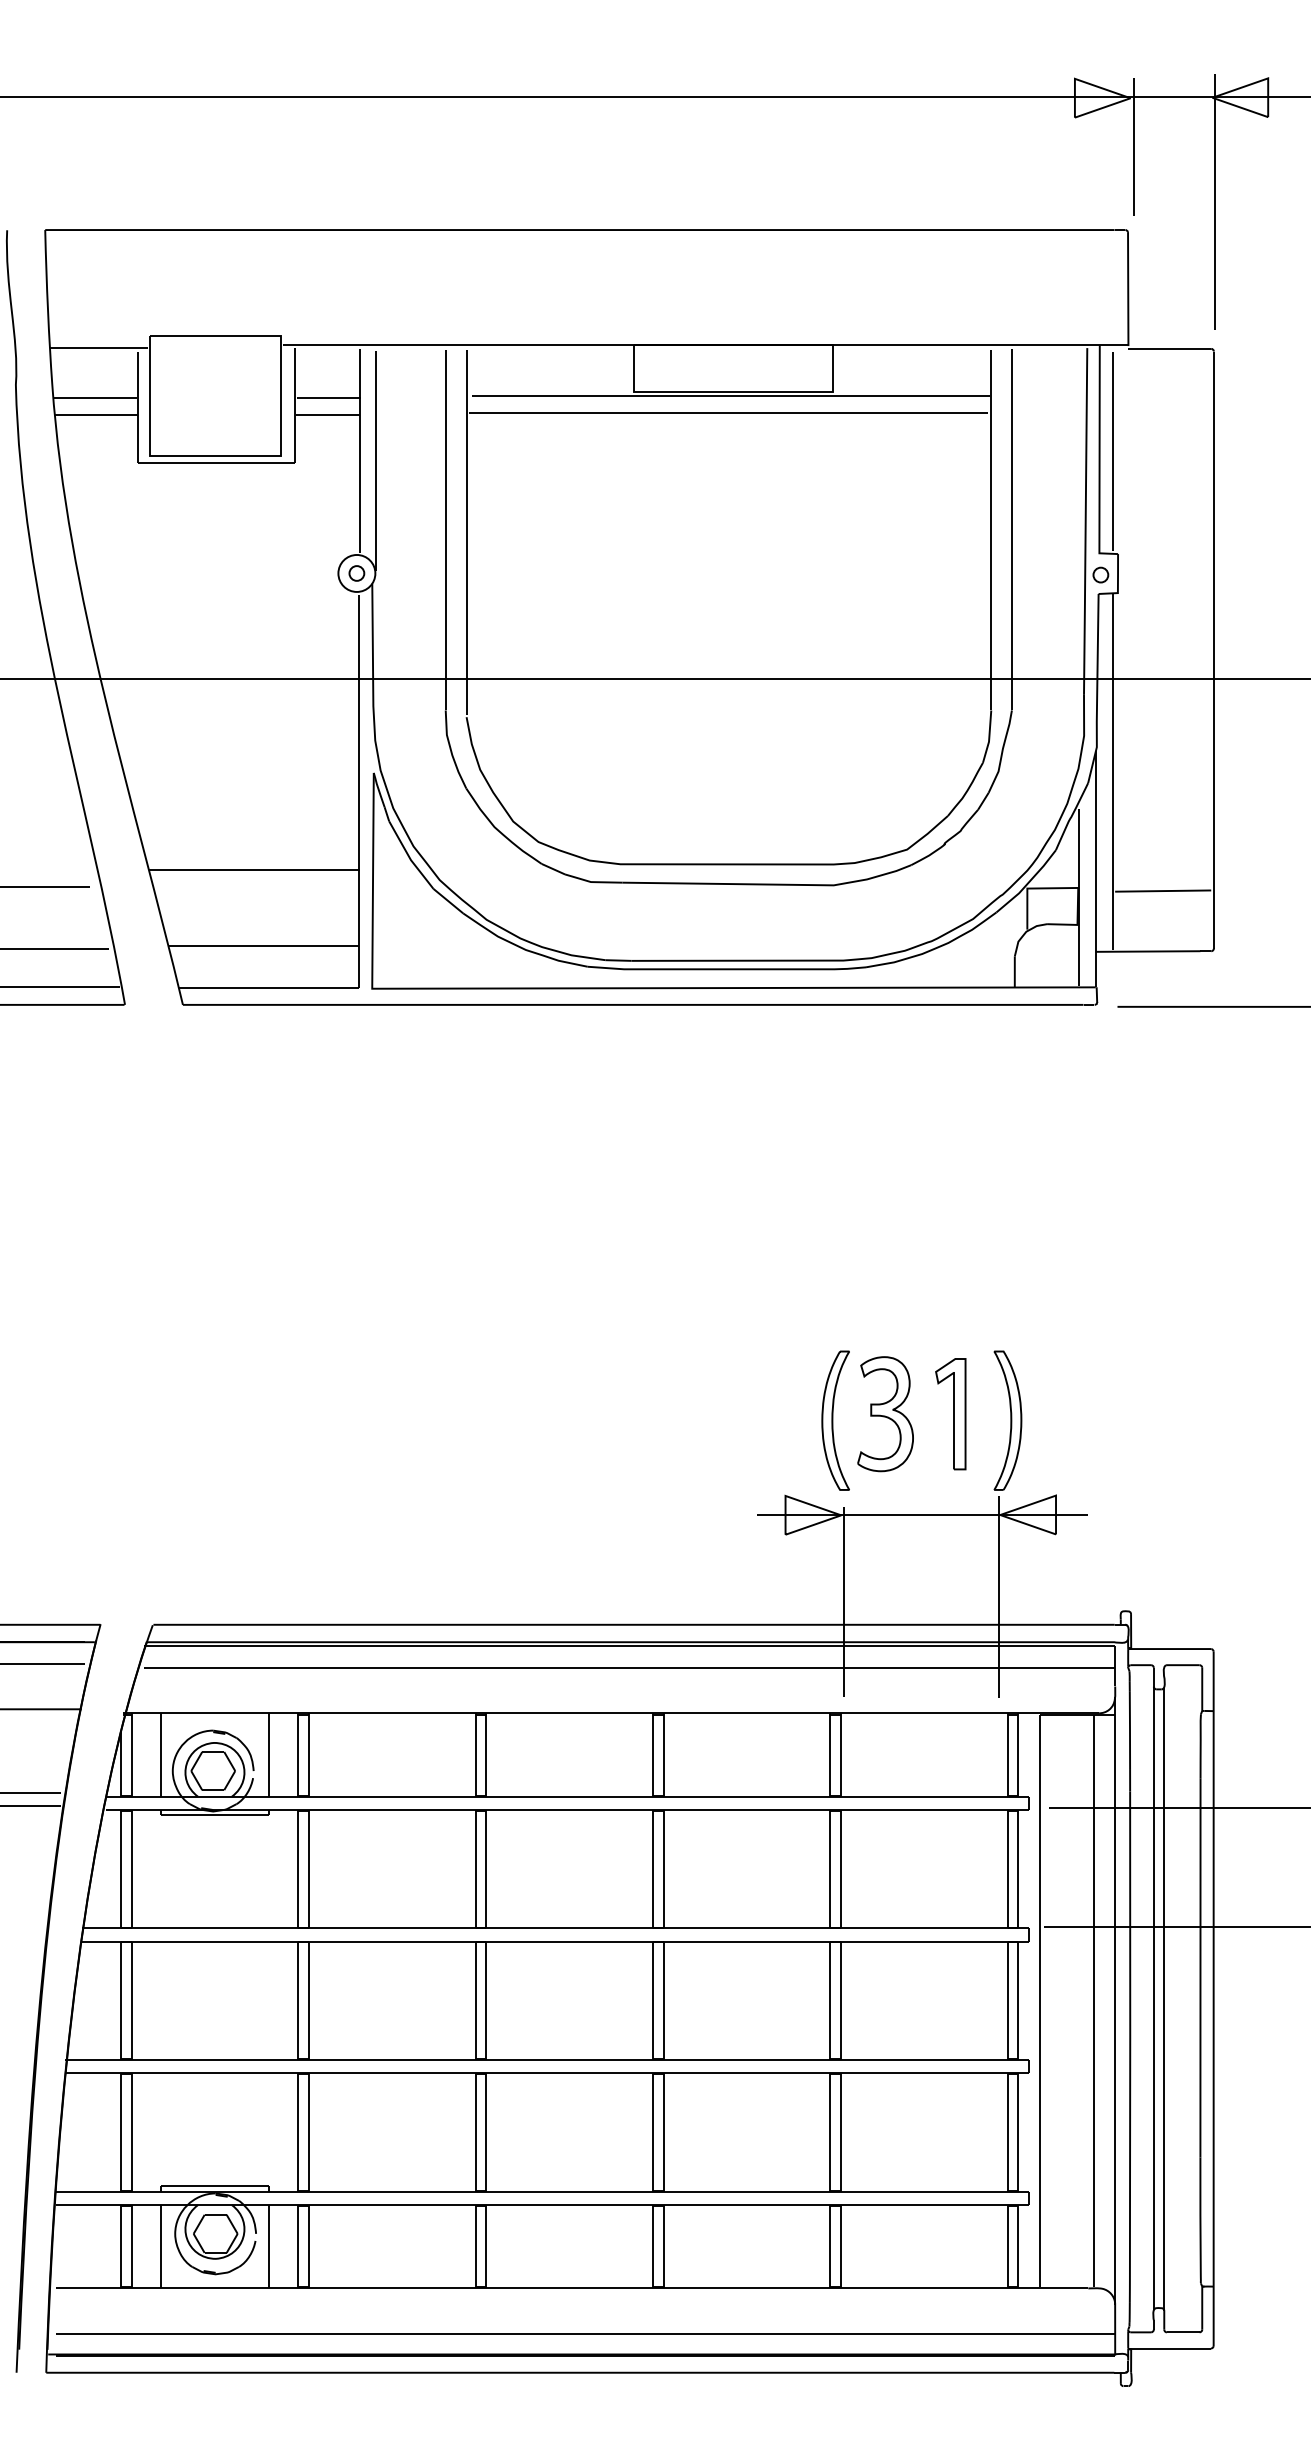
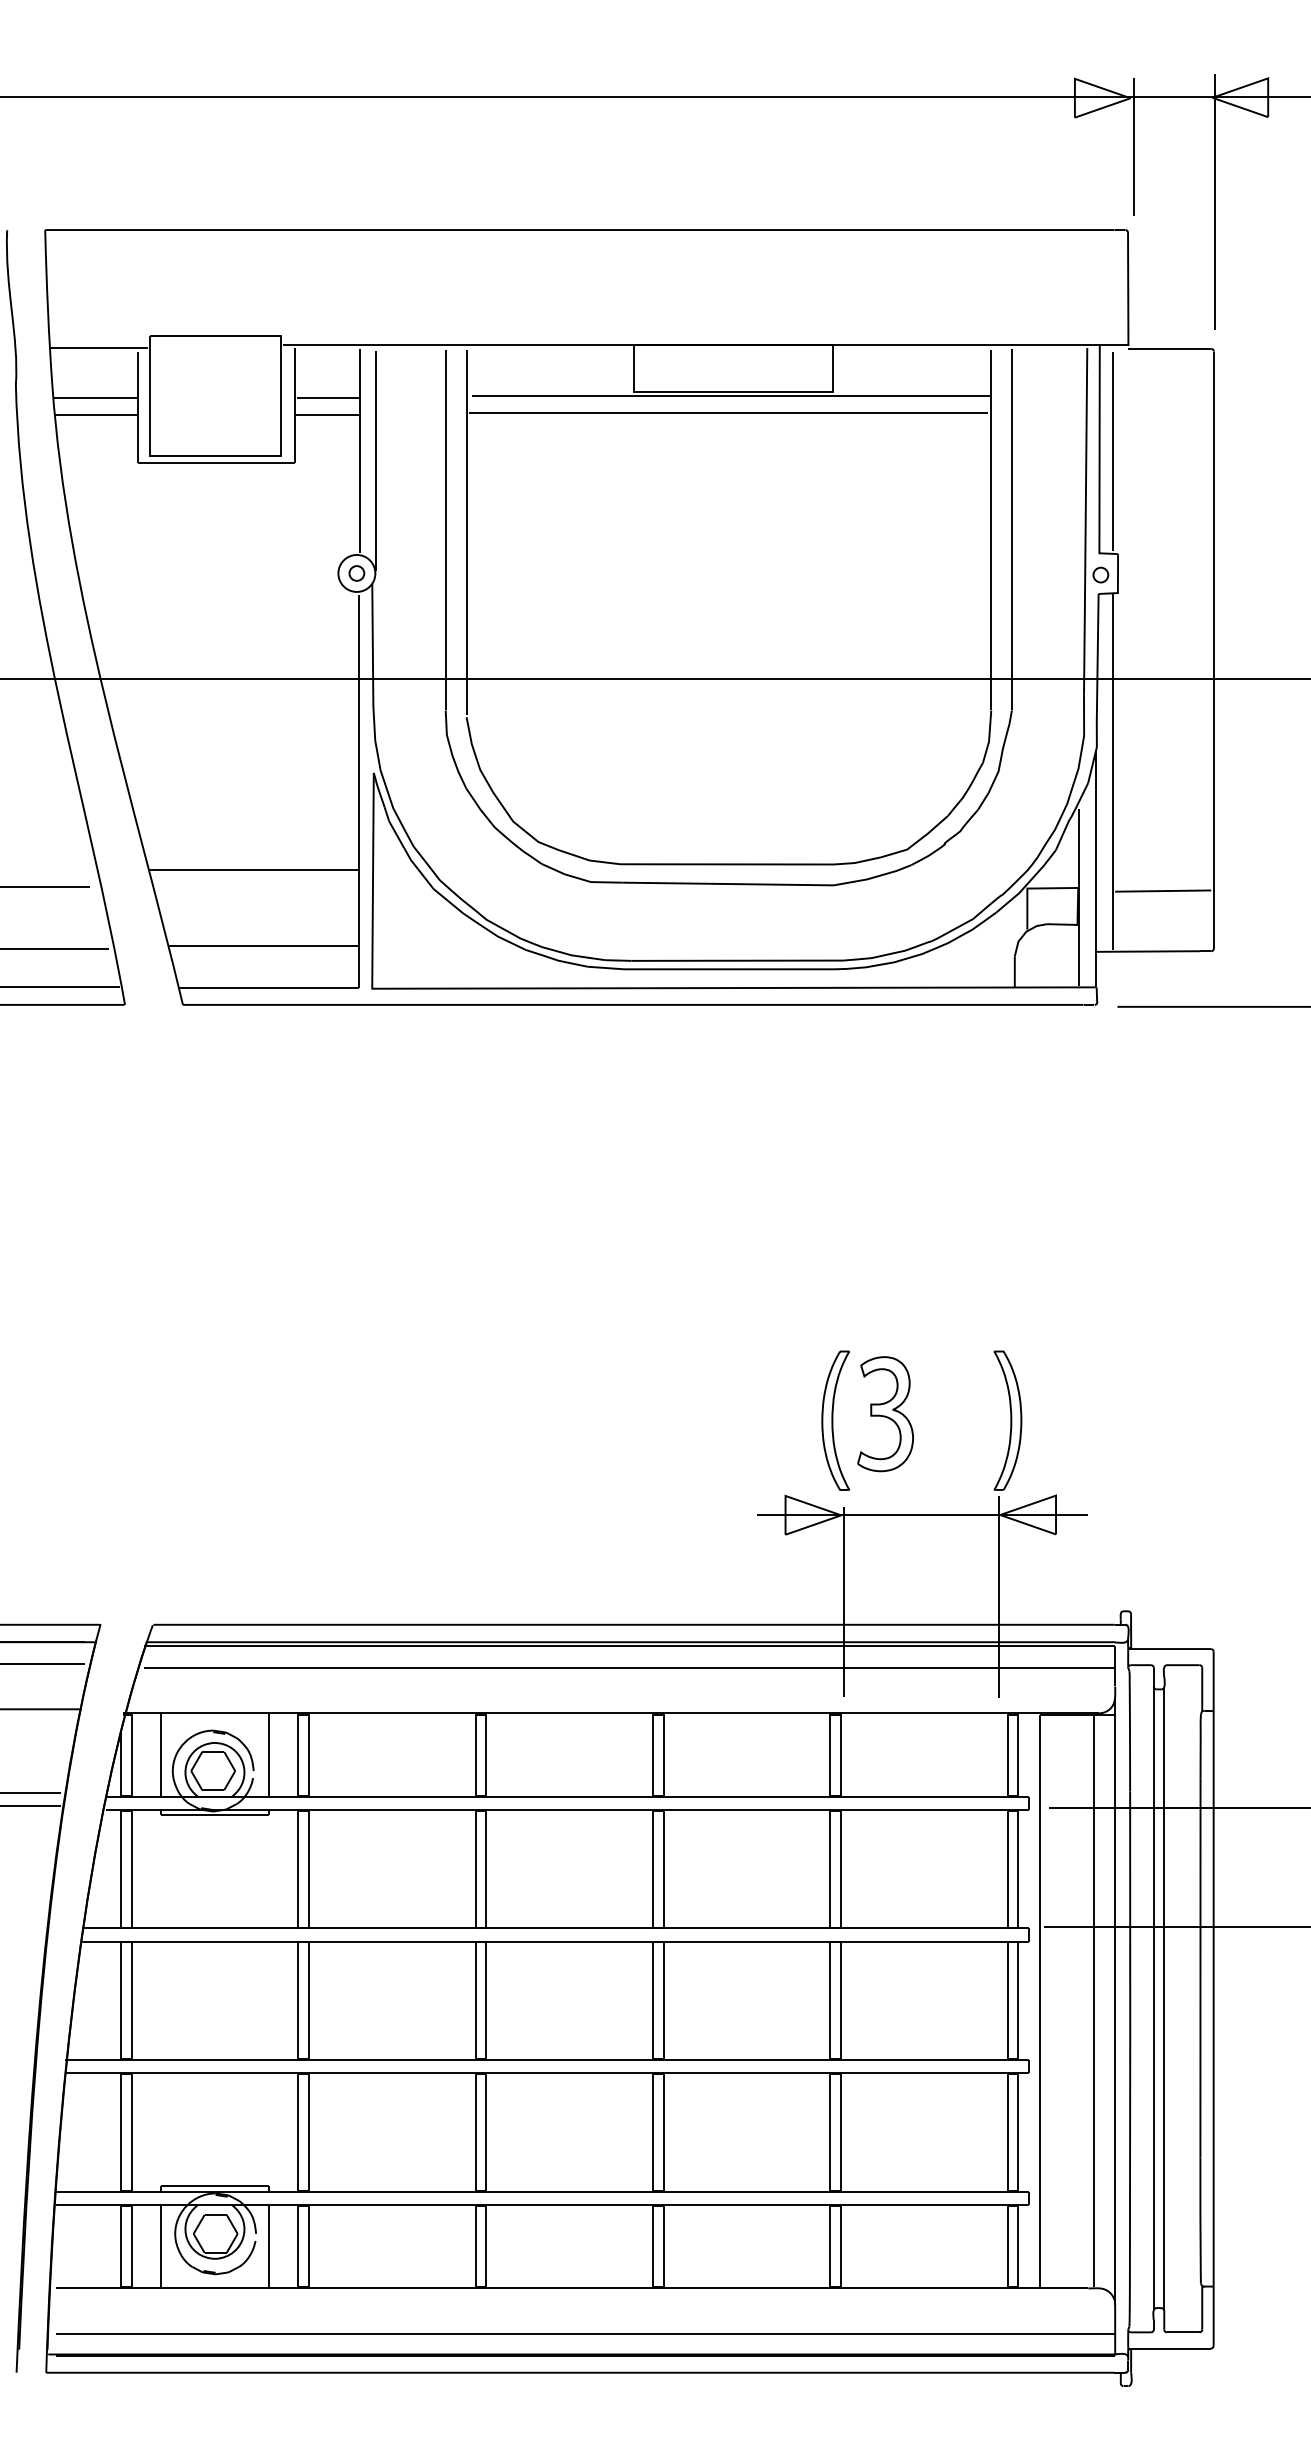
part at (950, 1414): present -> none
